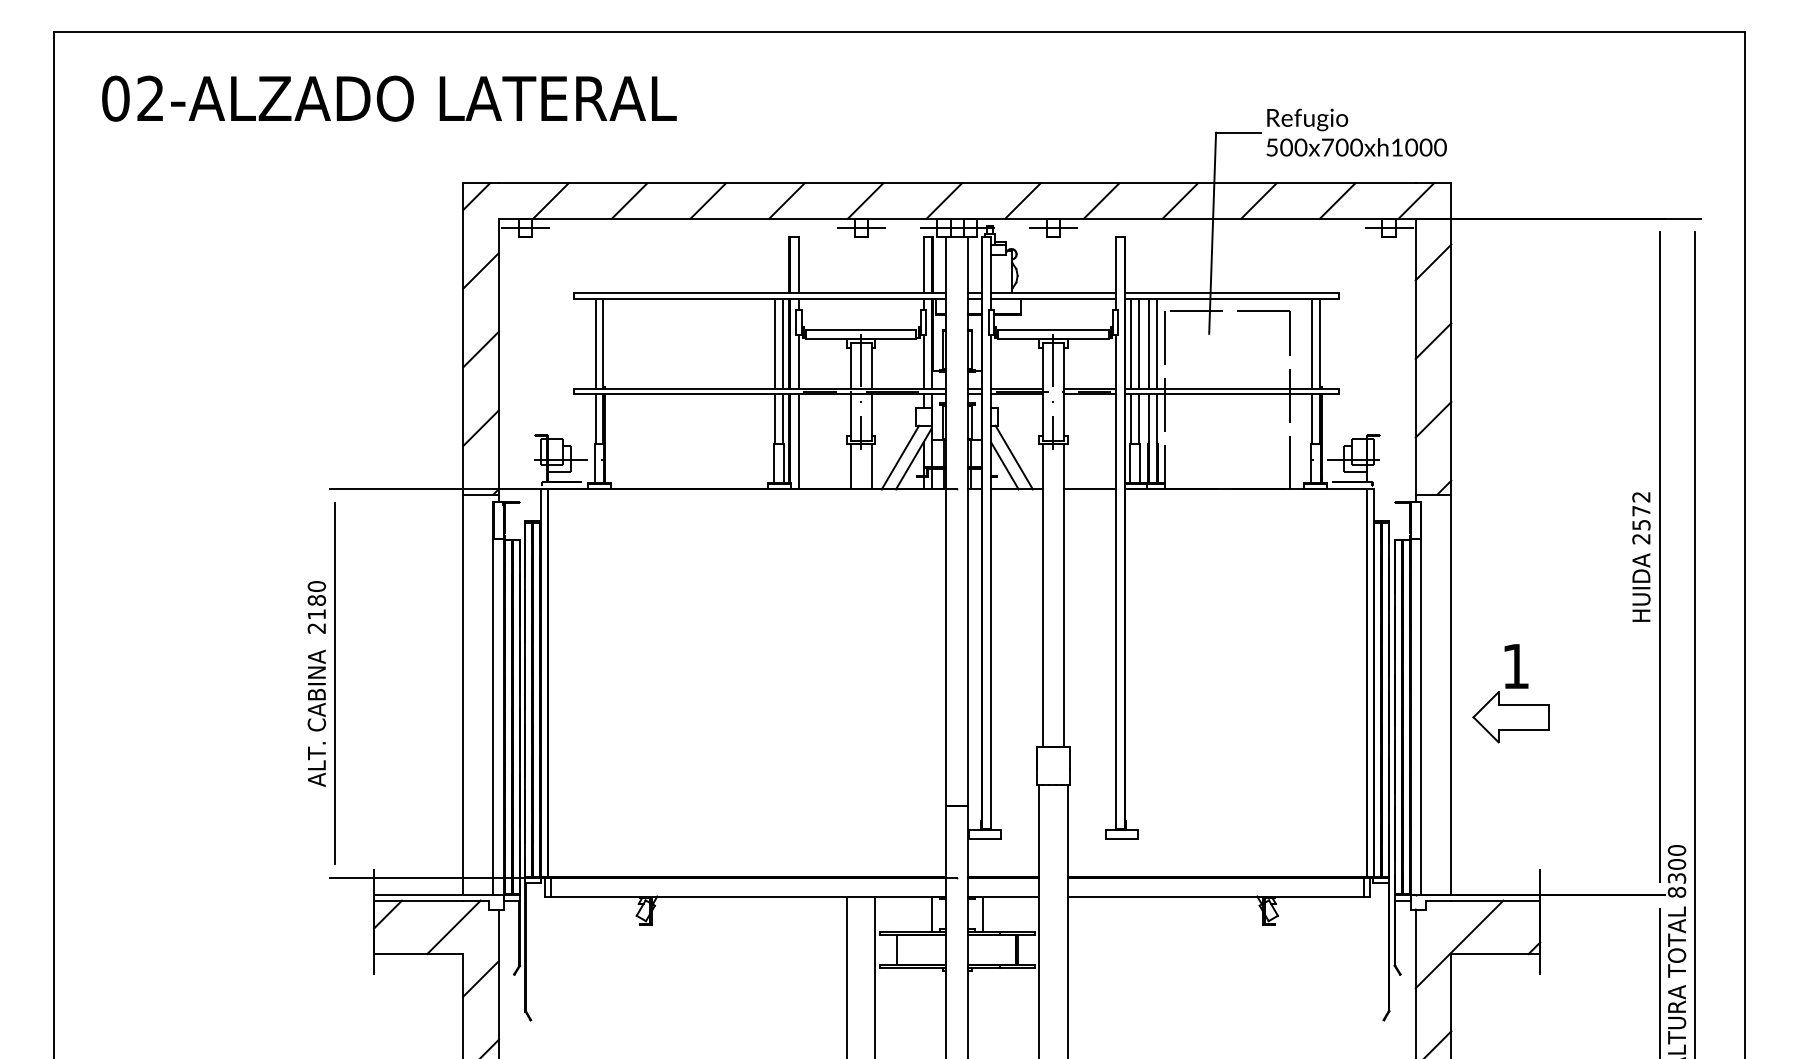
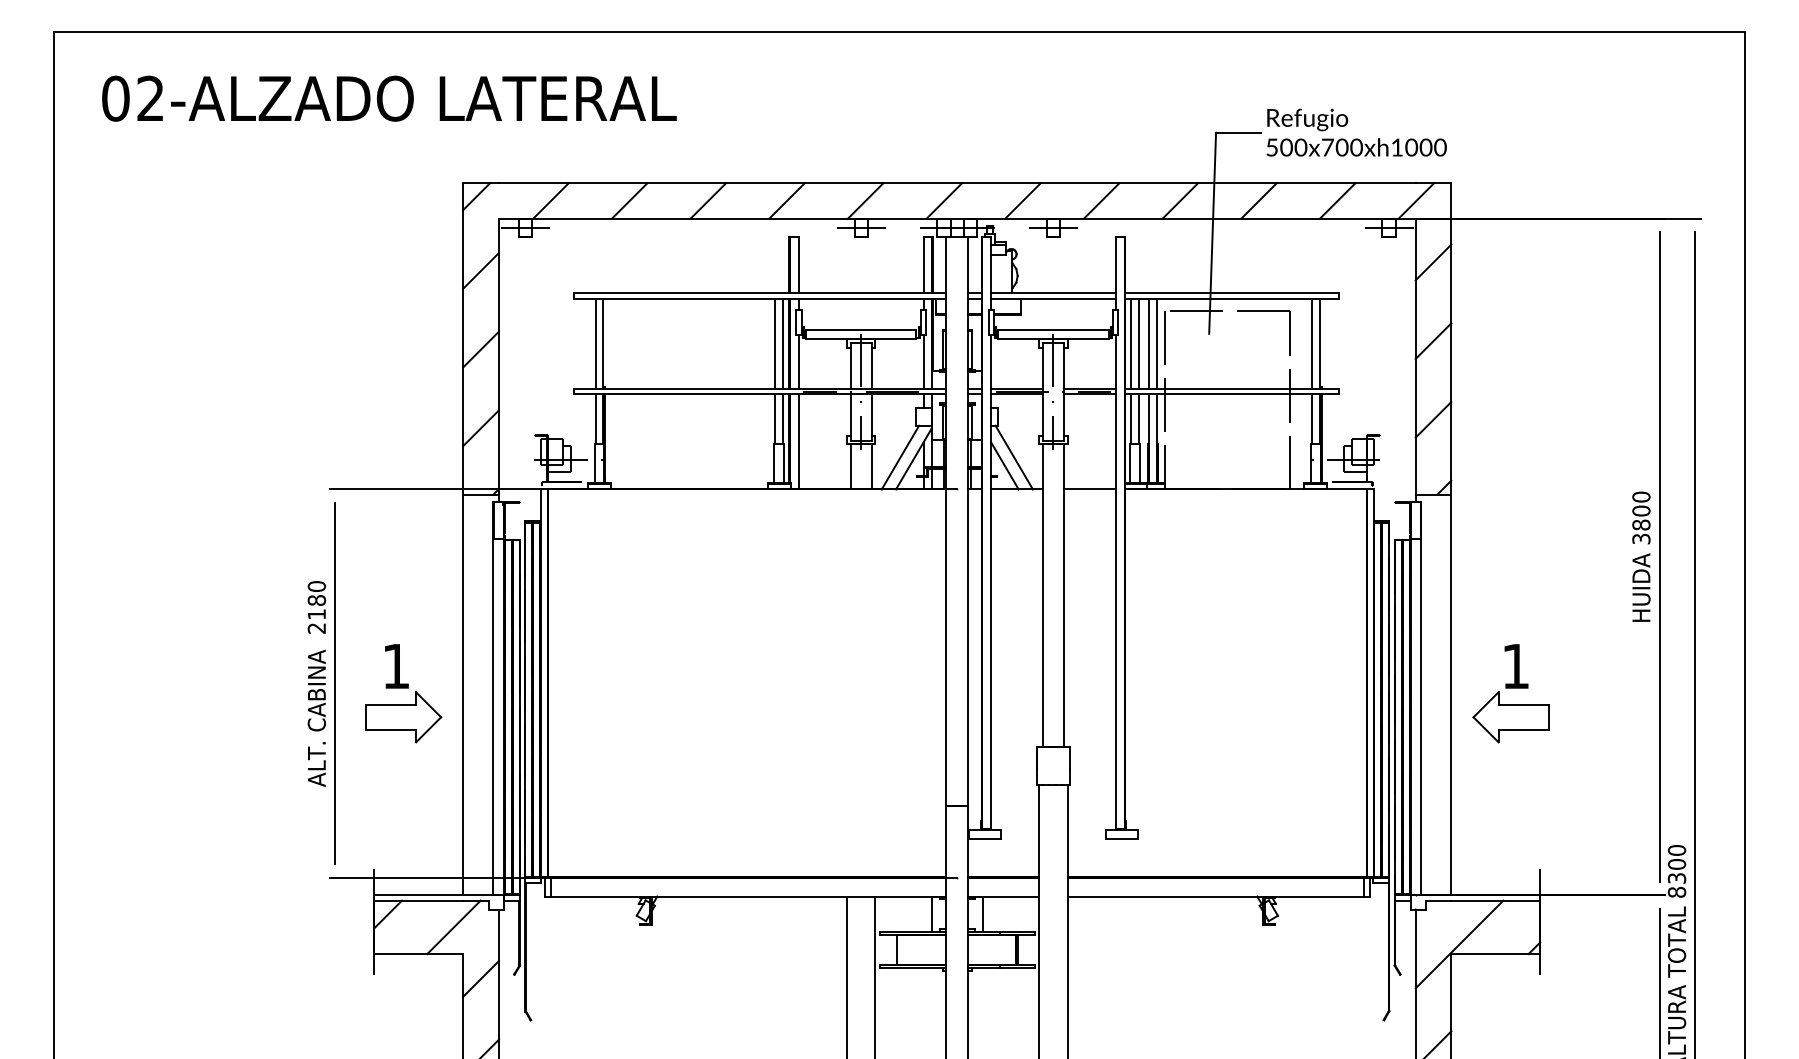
text at (1641, 517): 2572 -> 3800
part at (403, 693): none -> present
